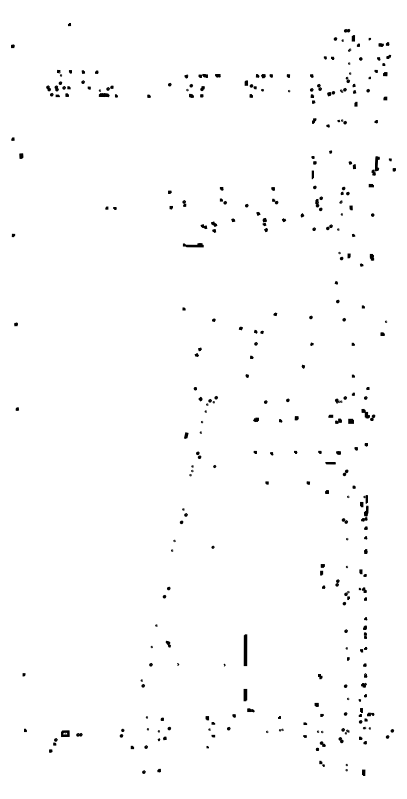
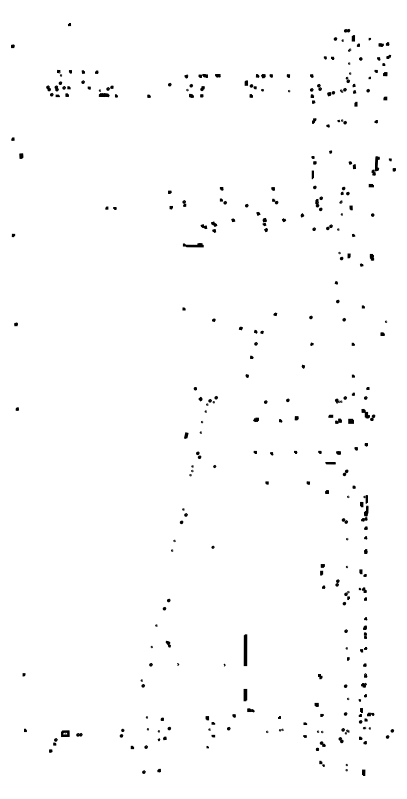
part at (197, 351): present -> none
part at (166, 592) position: (166, 592) -> (166, 604)
